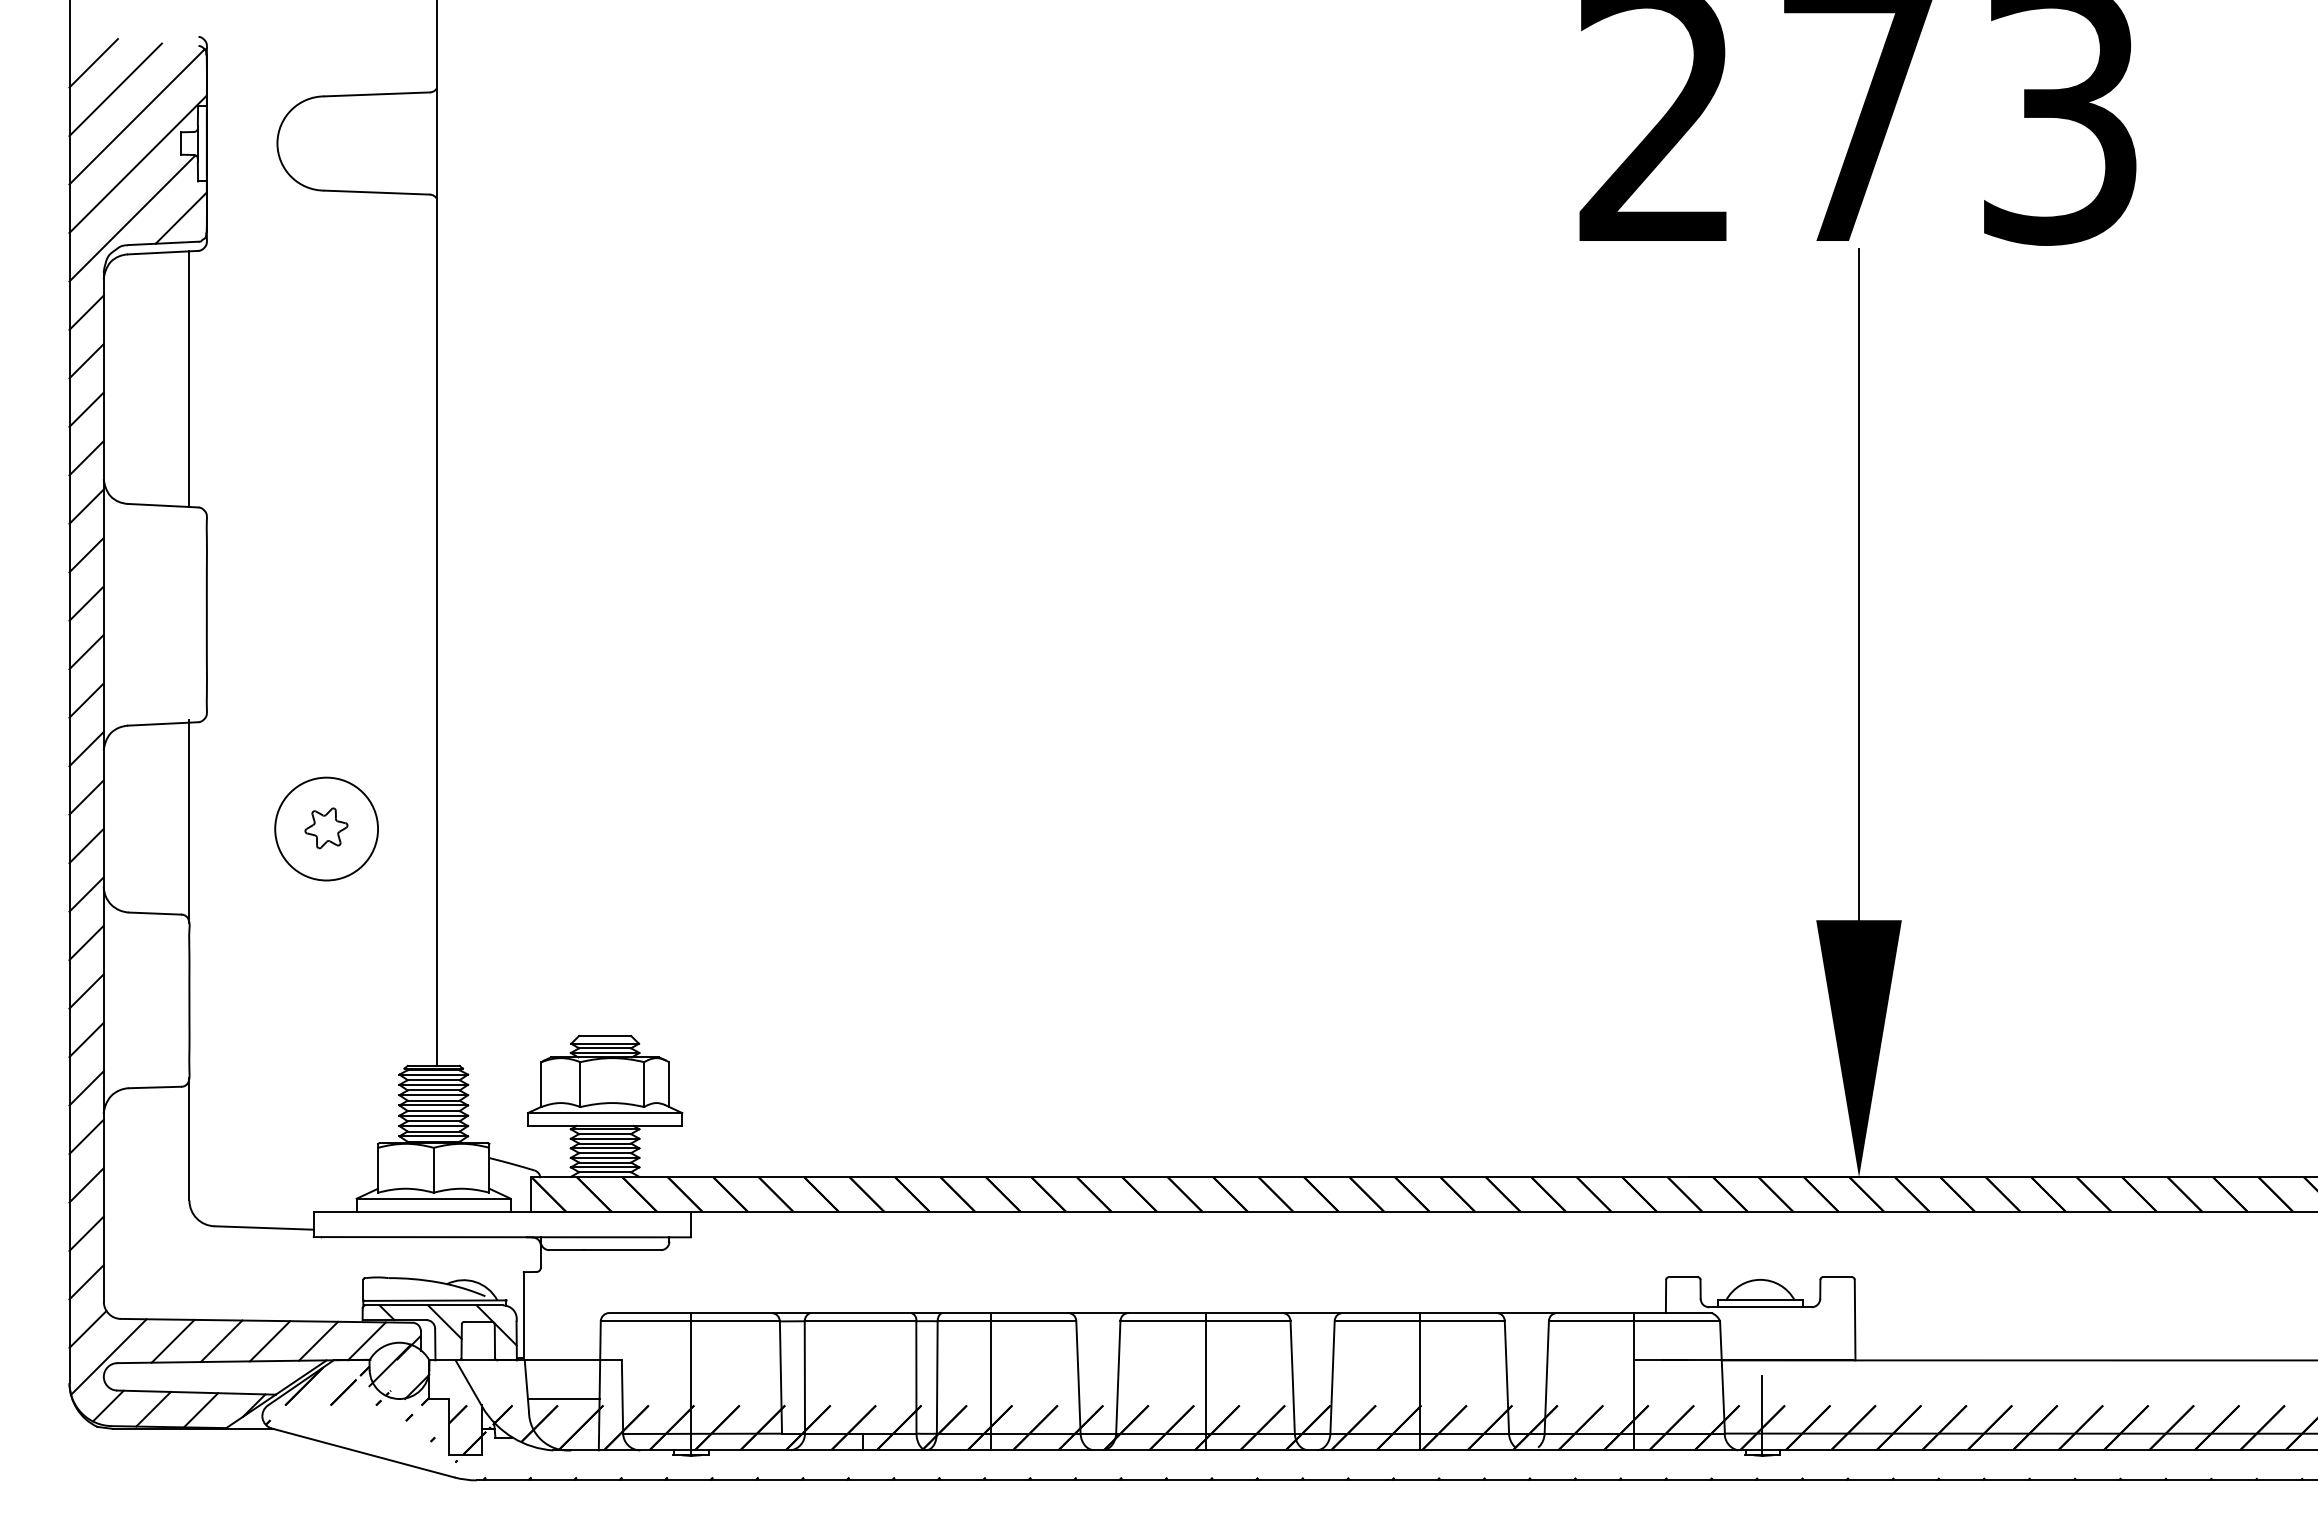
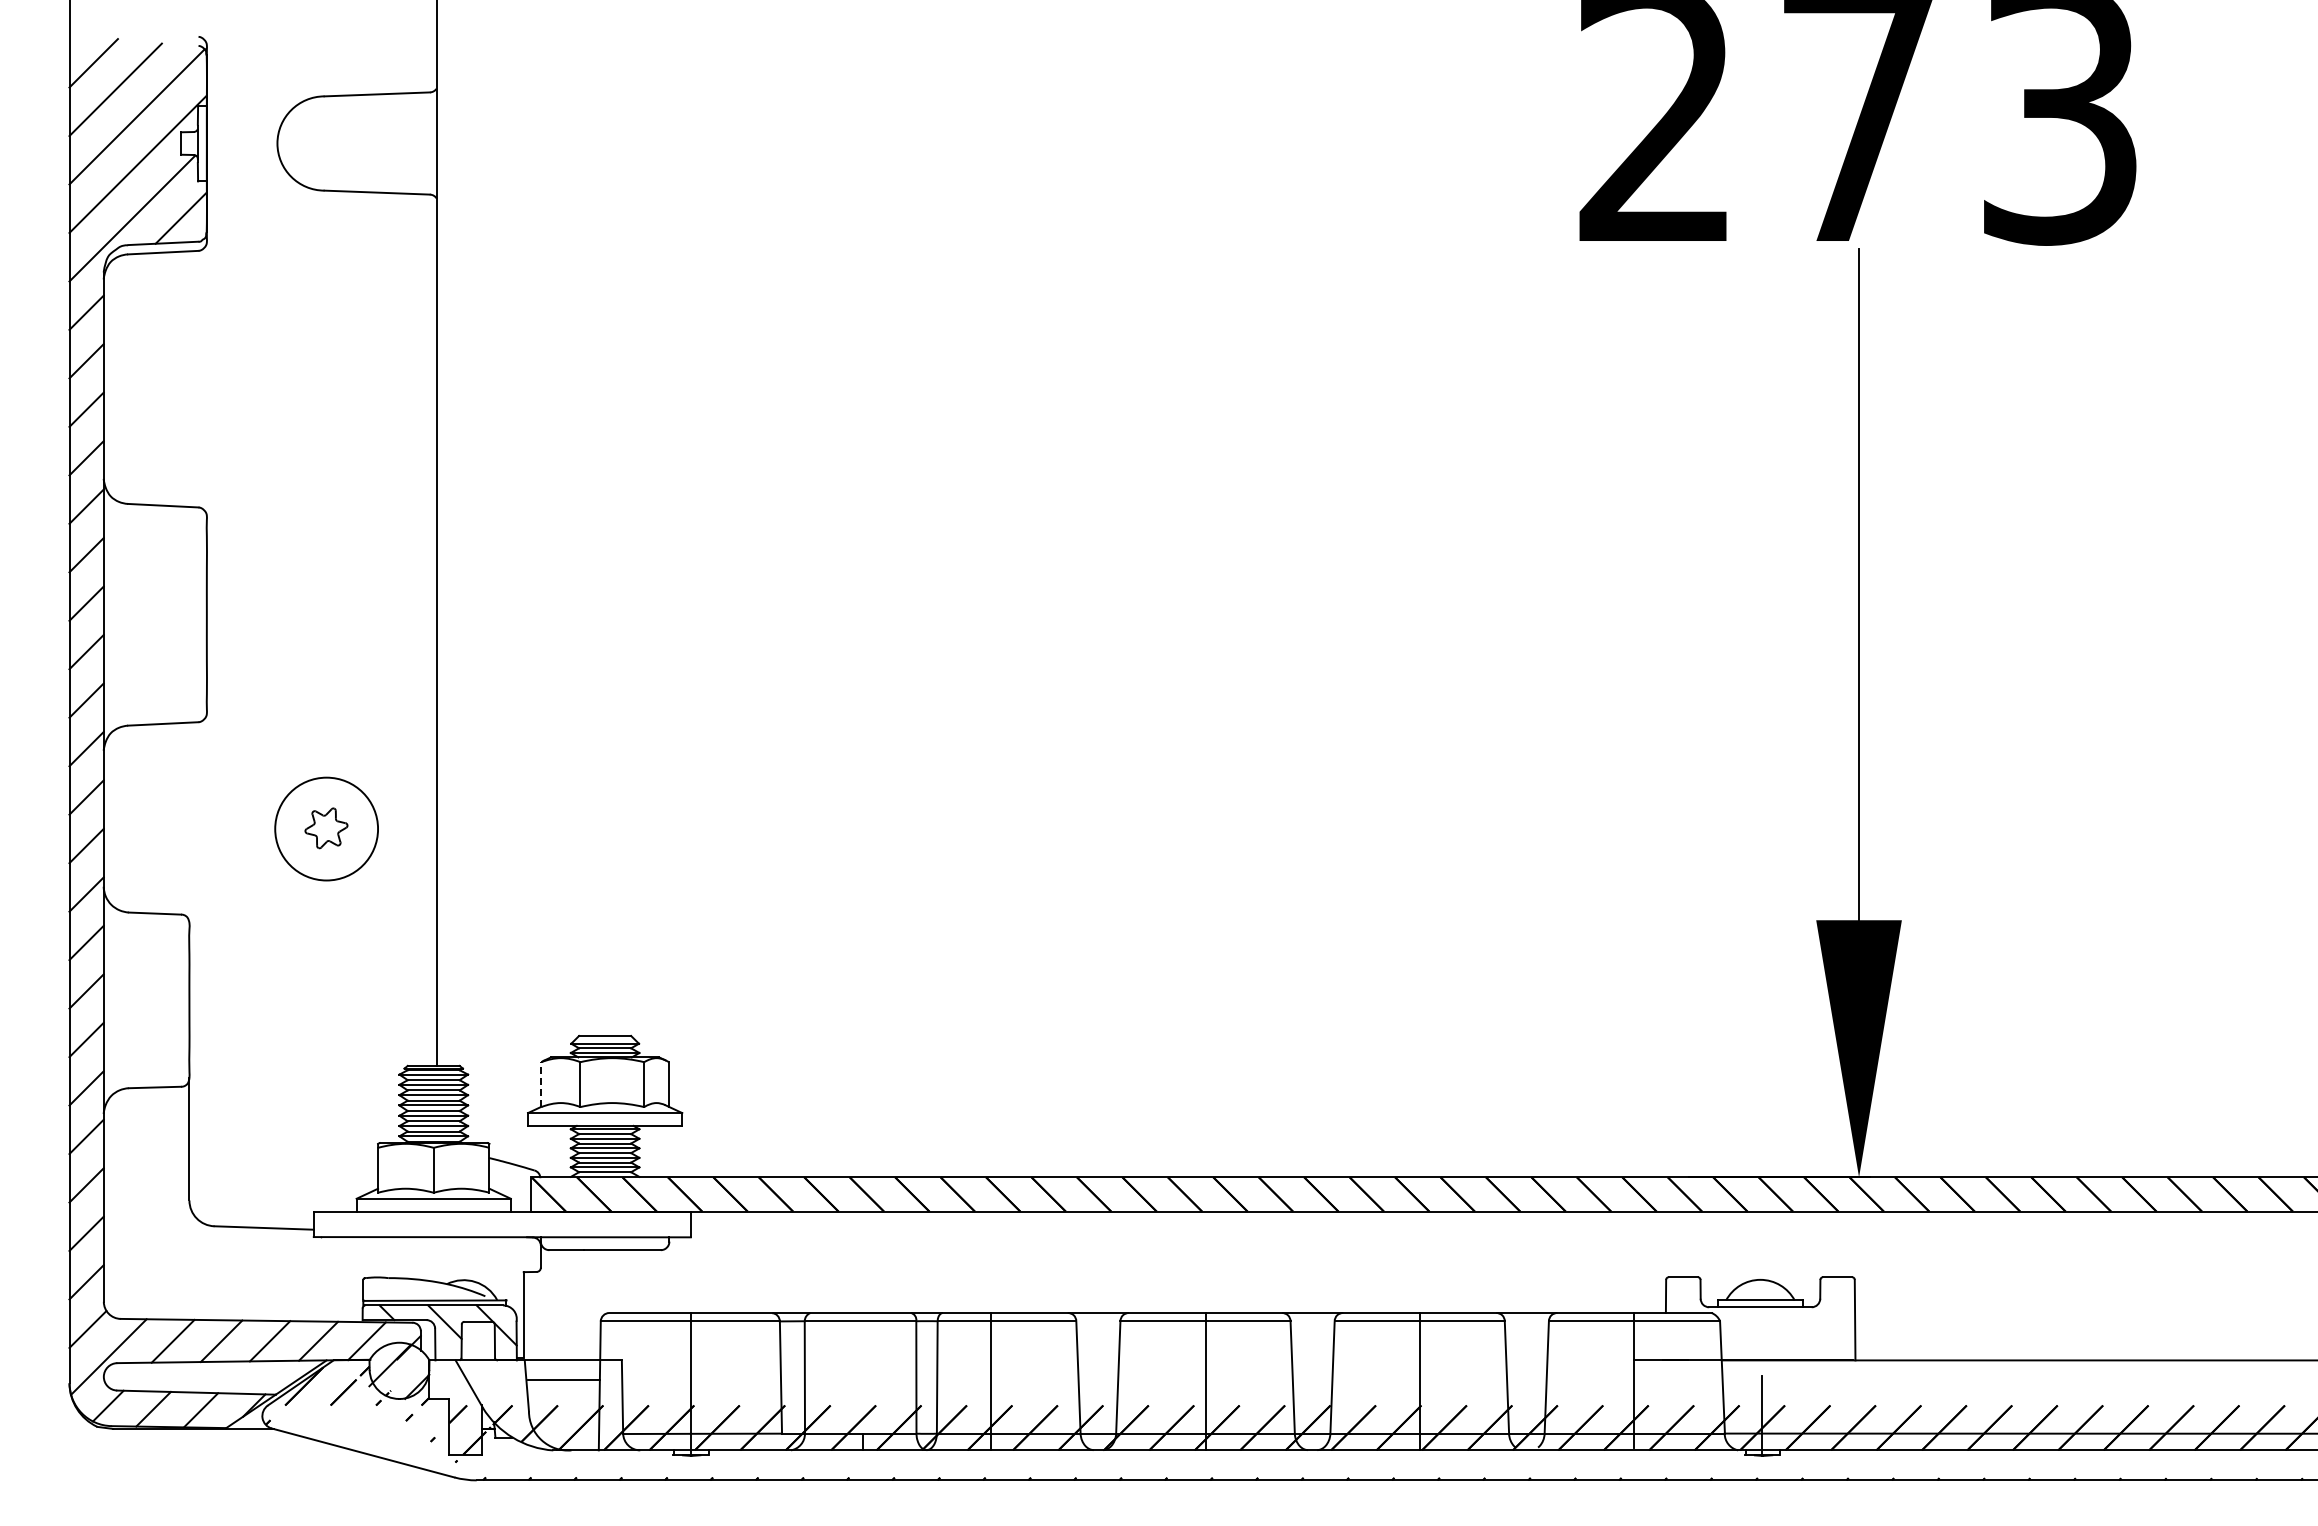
line at (189, 379): present -> none
line at (189, 821): present -> none
line at (541, 1084): solid -> dashed
line at (563, 1398) position: (563, 1398) -> (563, 1379)
